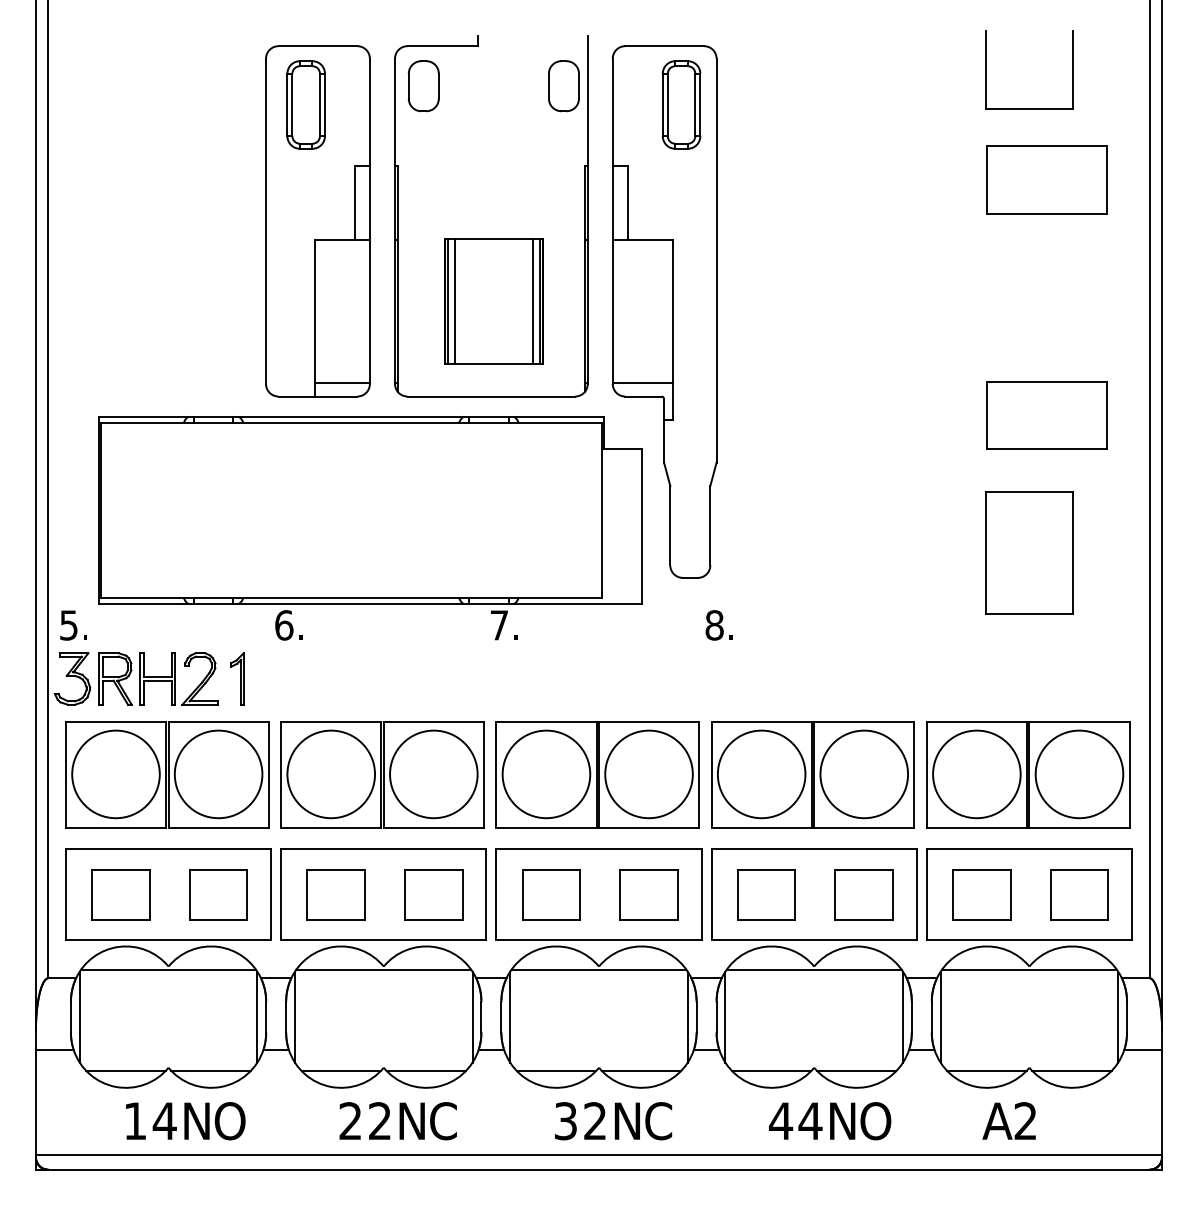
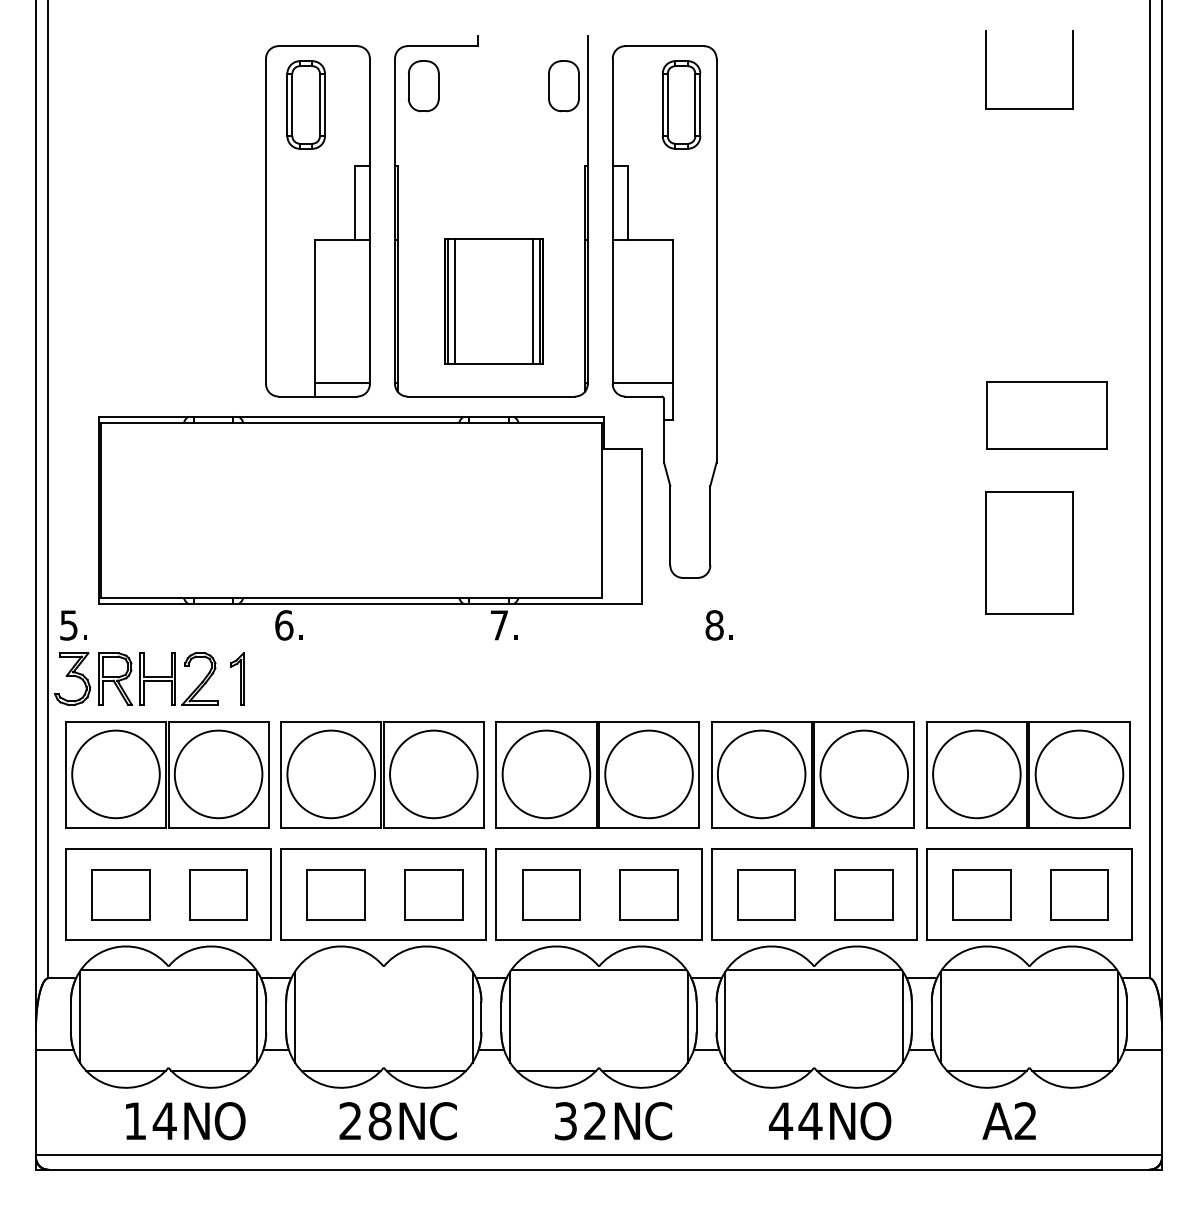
part at (1046, 179): present -> none
line at (383, 969): present -> none
text at (379, 1121): 2 -> 8
